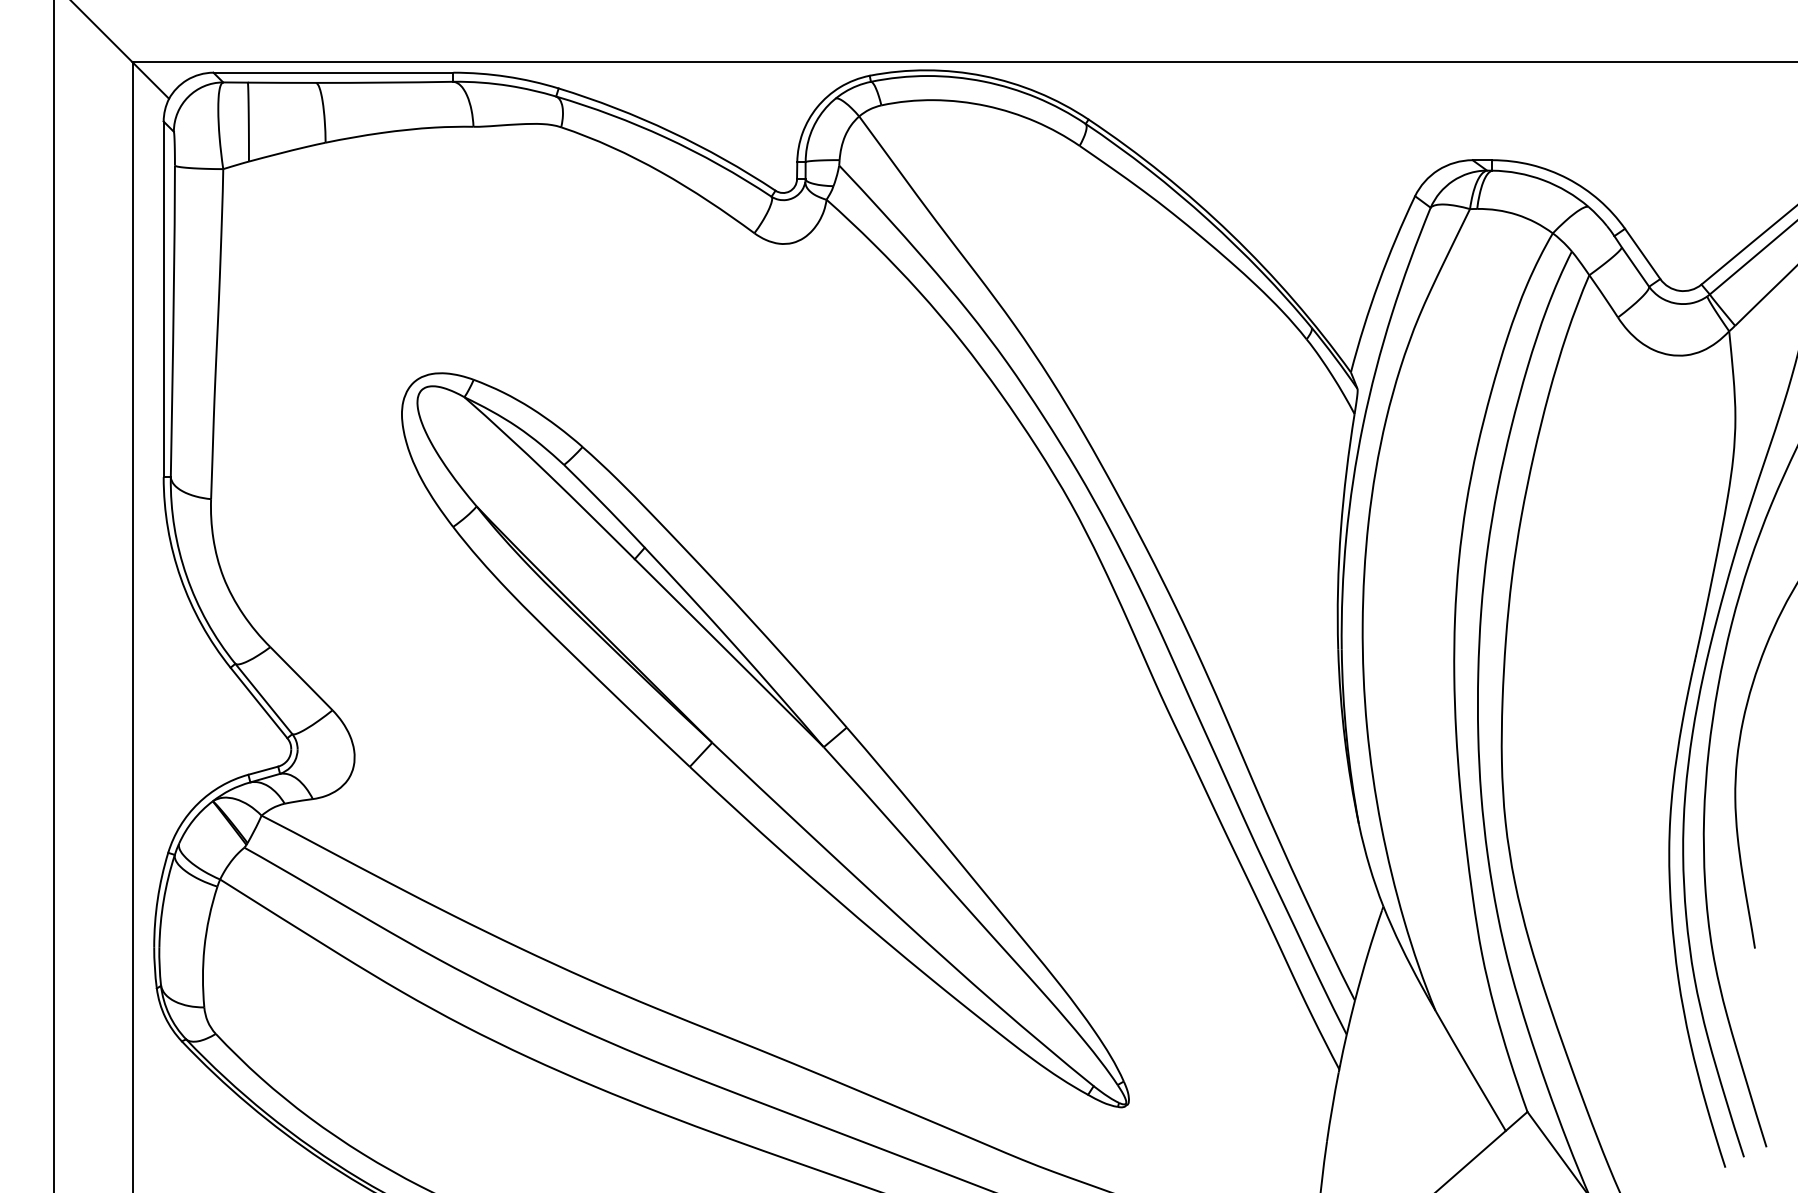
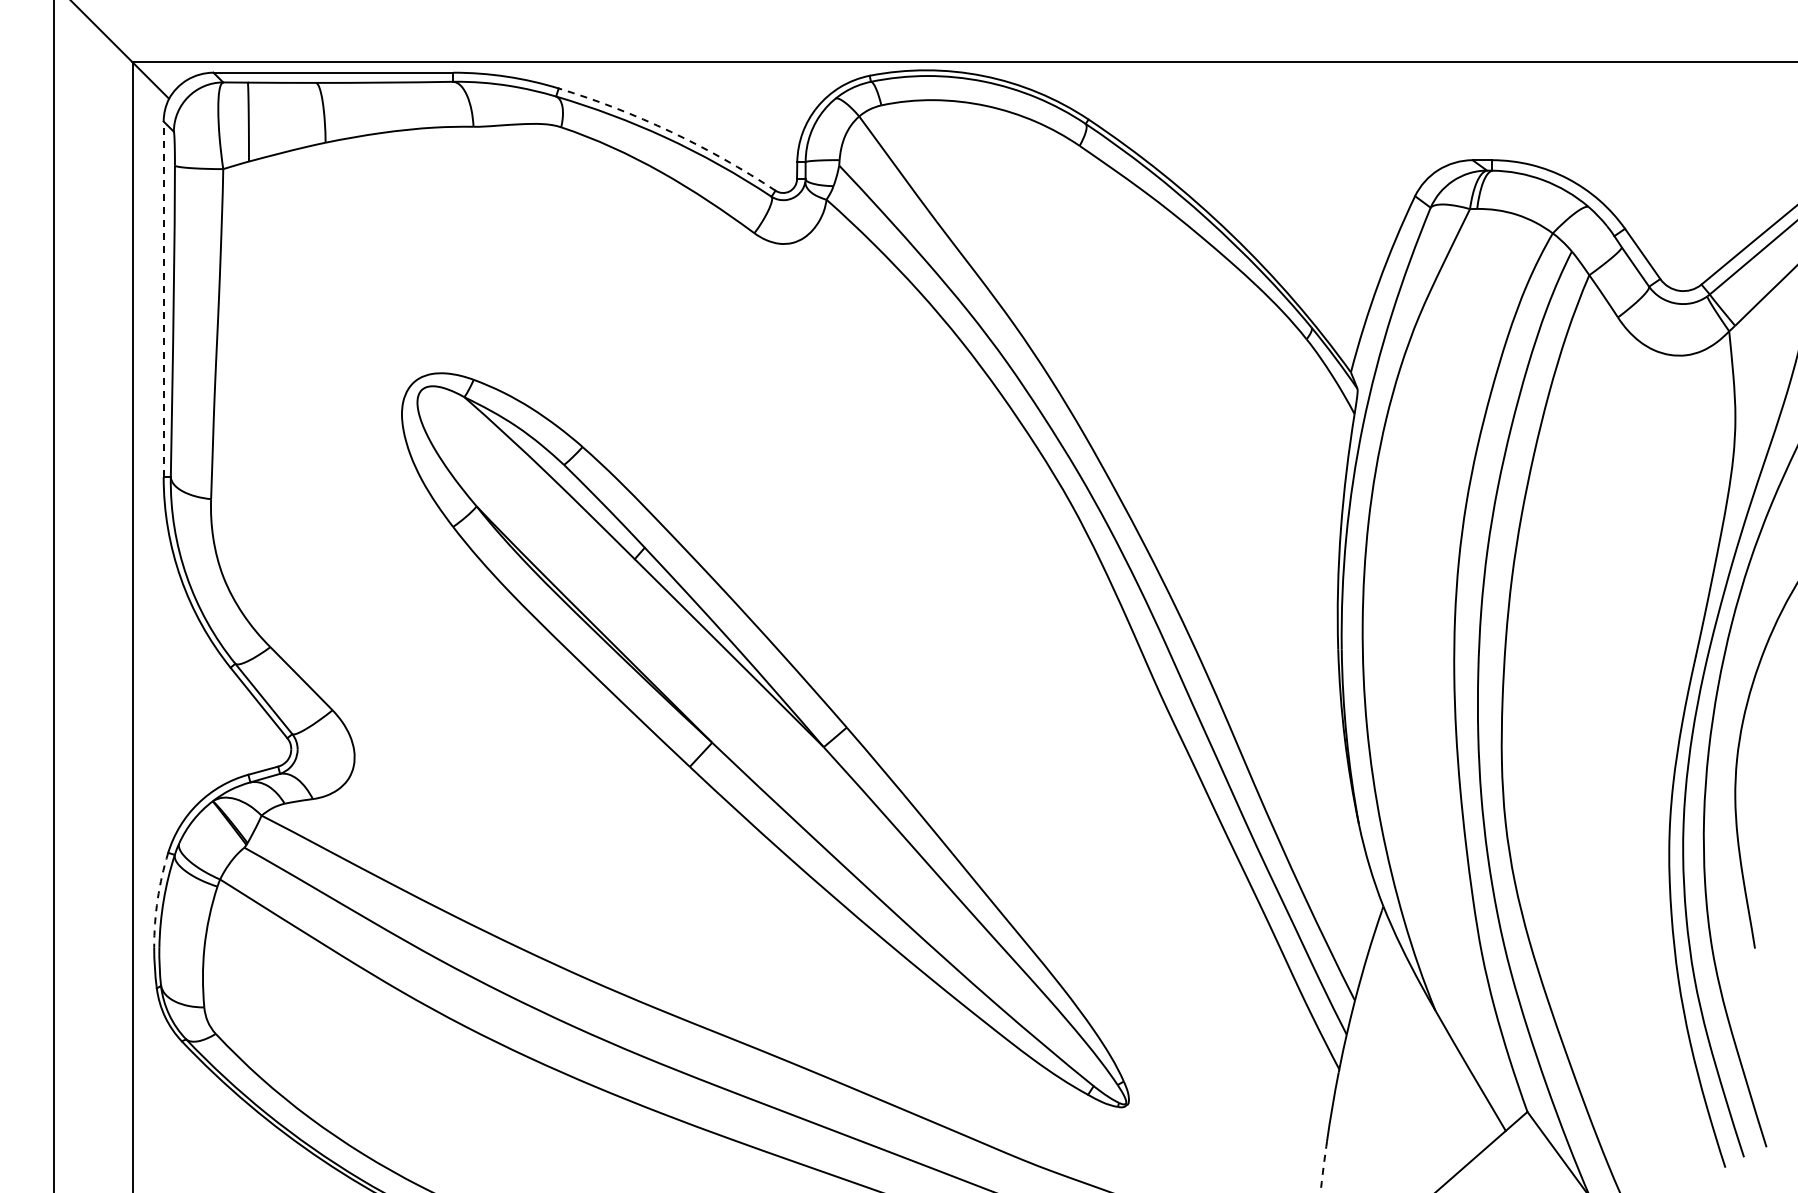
arc at (670, 131): solid -> dashed
line at (163, 299): solid -> dashed
arc at (157, 899): solid -> dashed
arc at (1323, 1167): solid -> dashed
